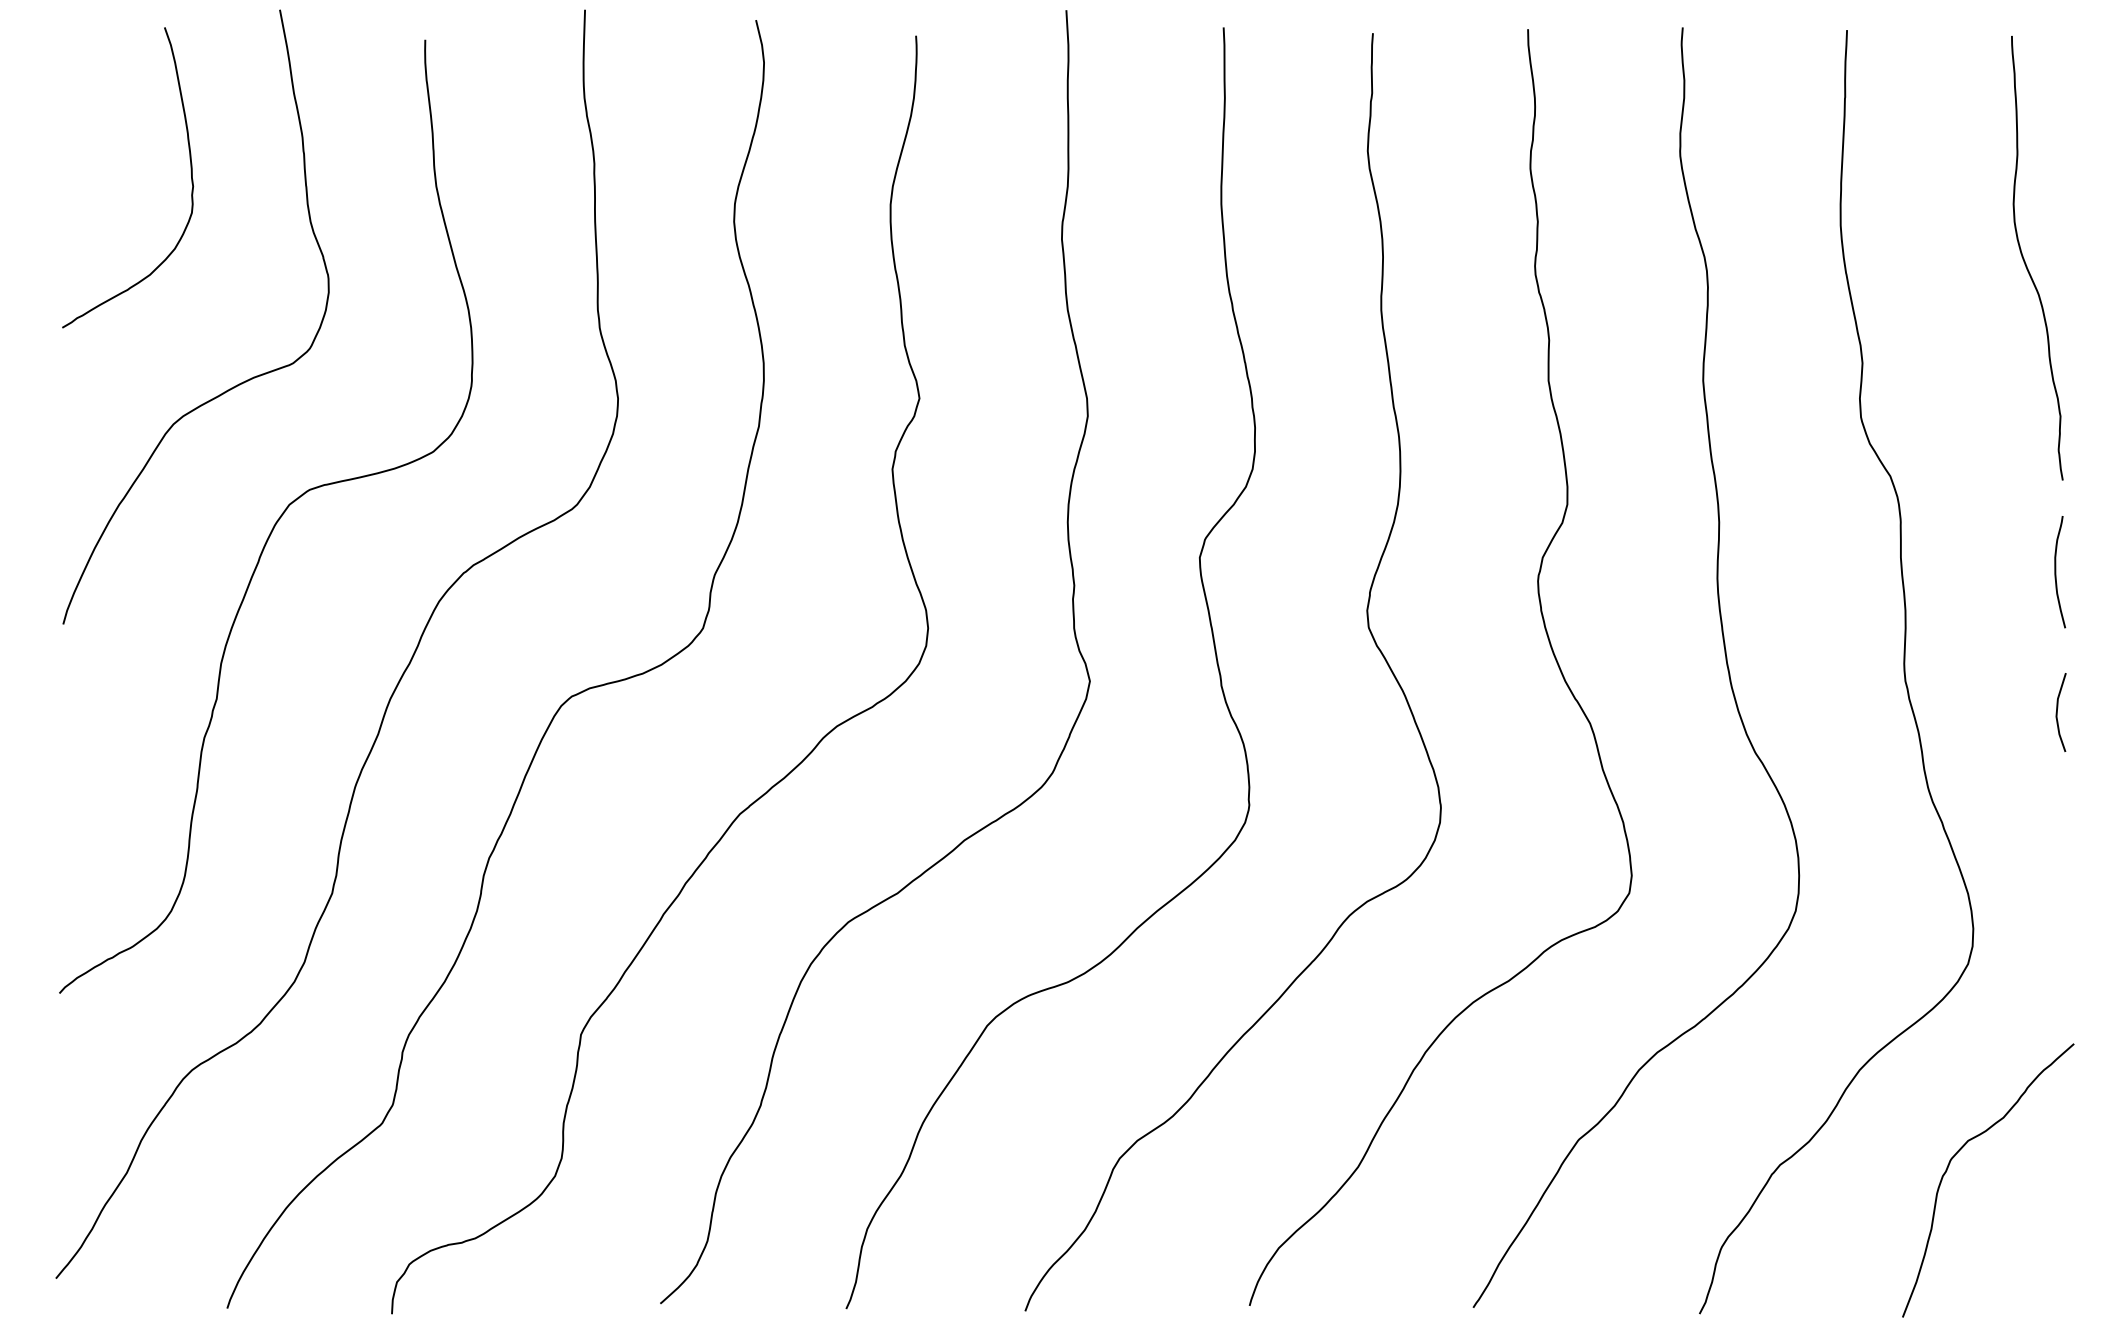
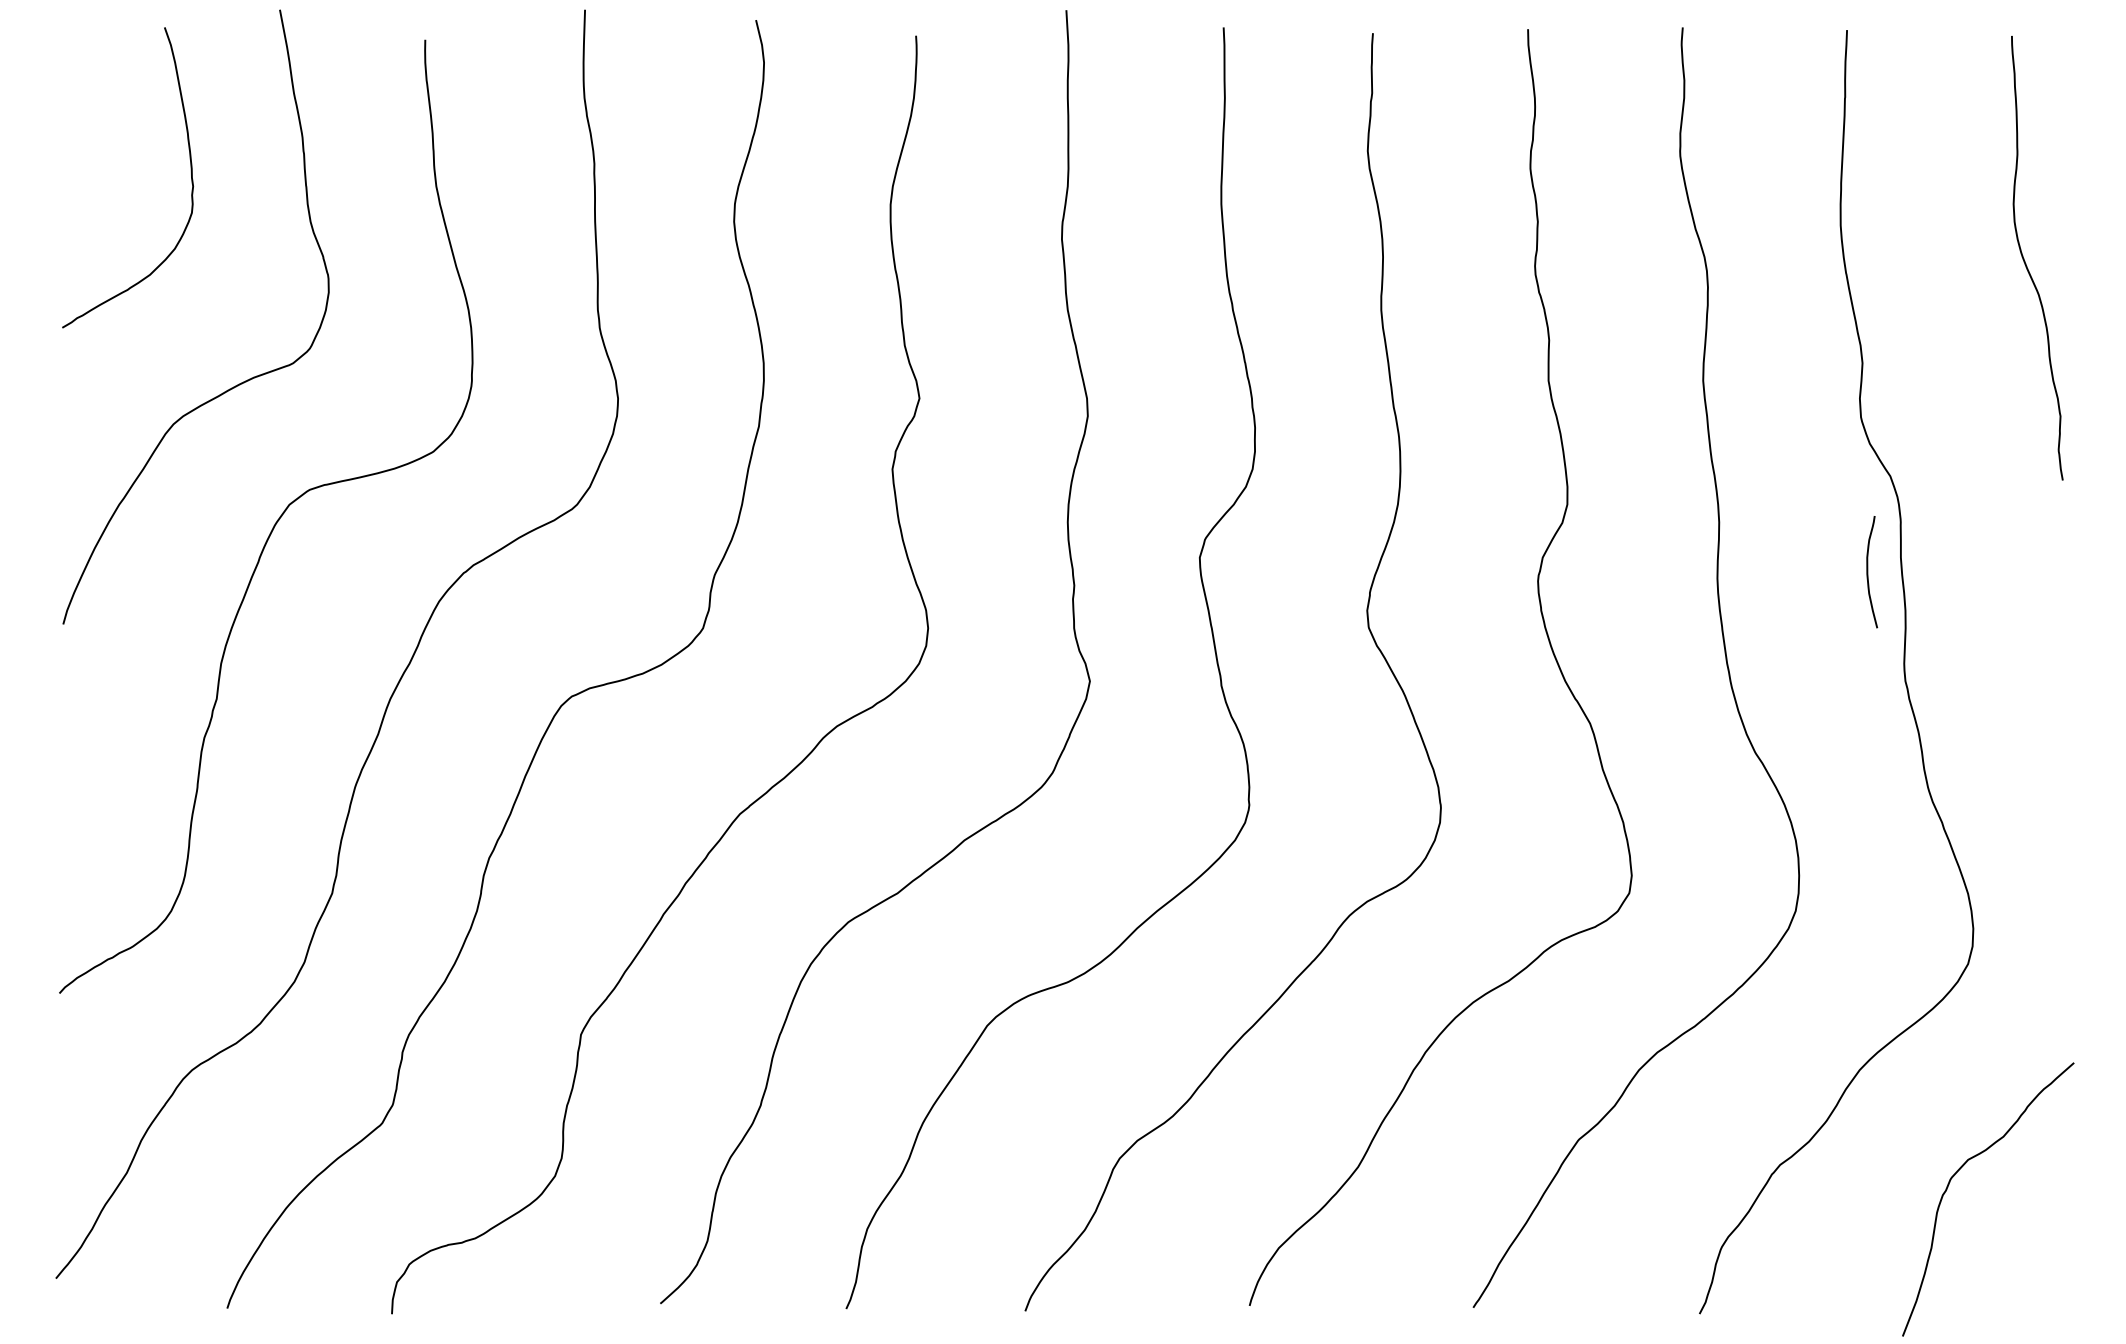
curve at (2056, 572) position: (2056, 572) -> (1868, 572)
line at (2057, 712): present -> none
curve at (1959, 1151) position: (1959, 1151) -> (1959, 1170)
